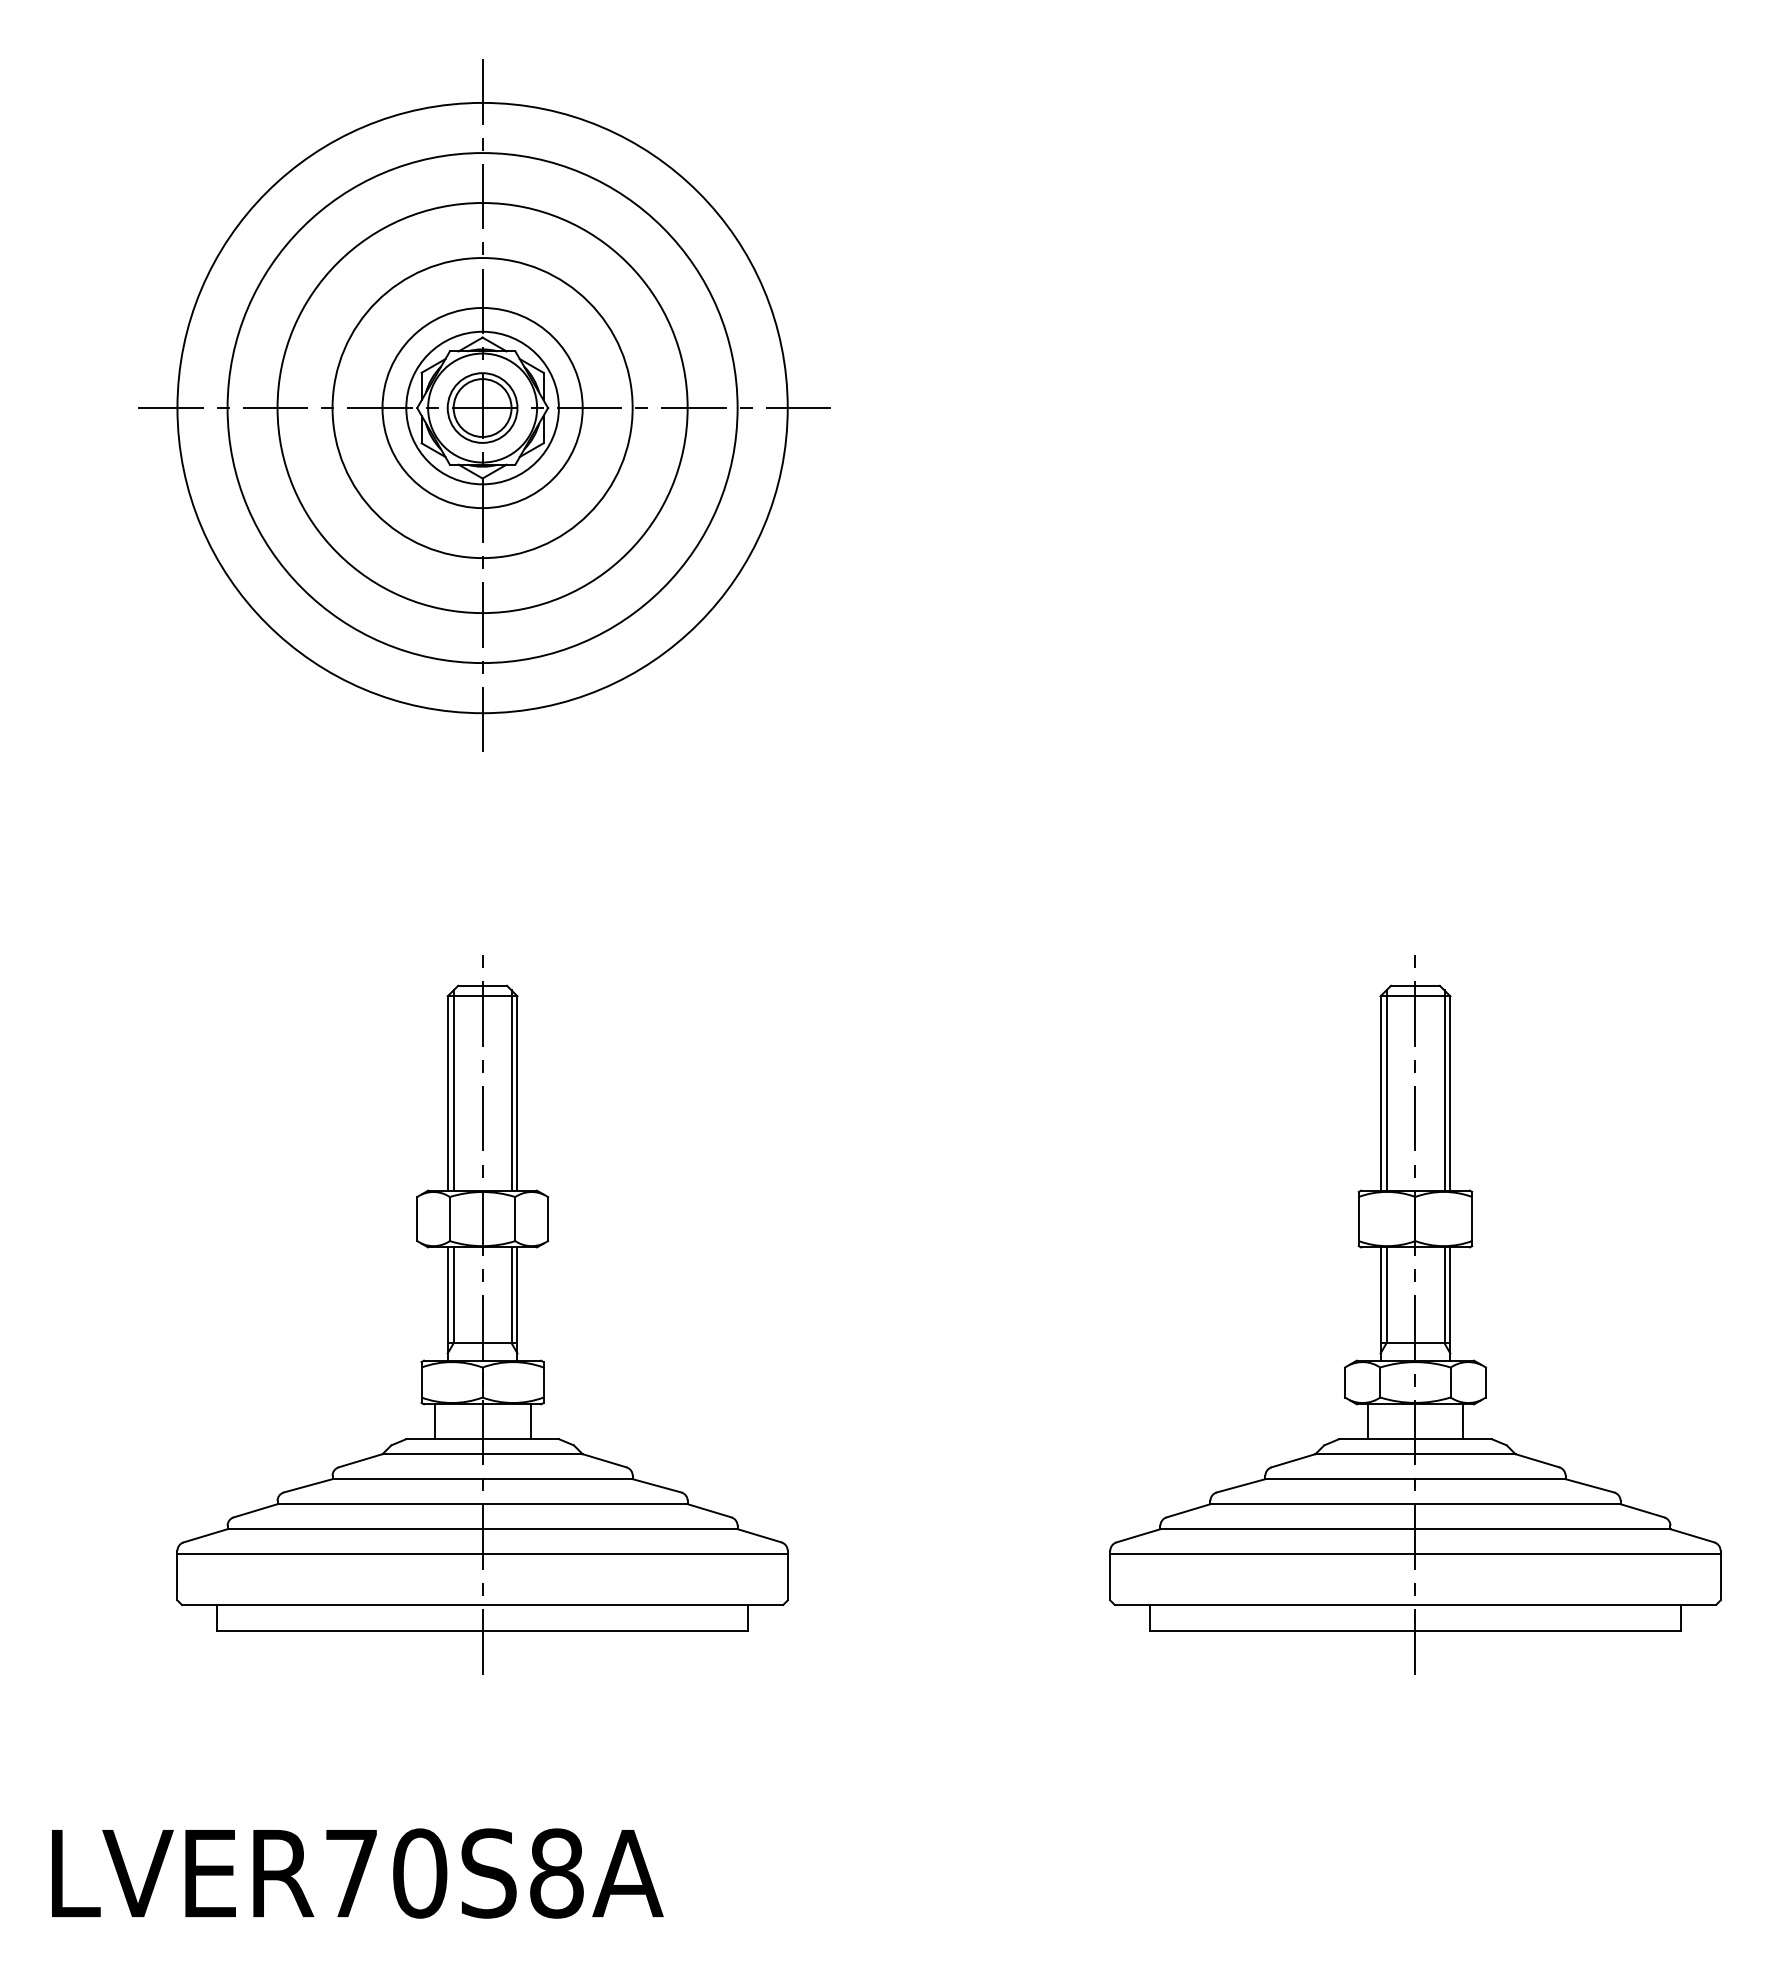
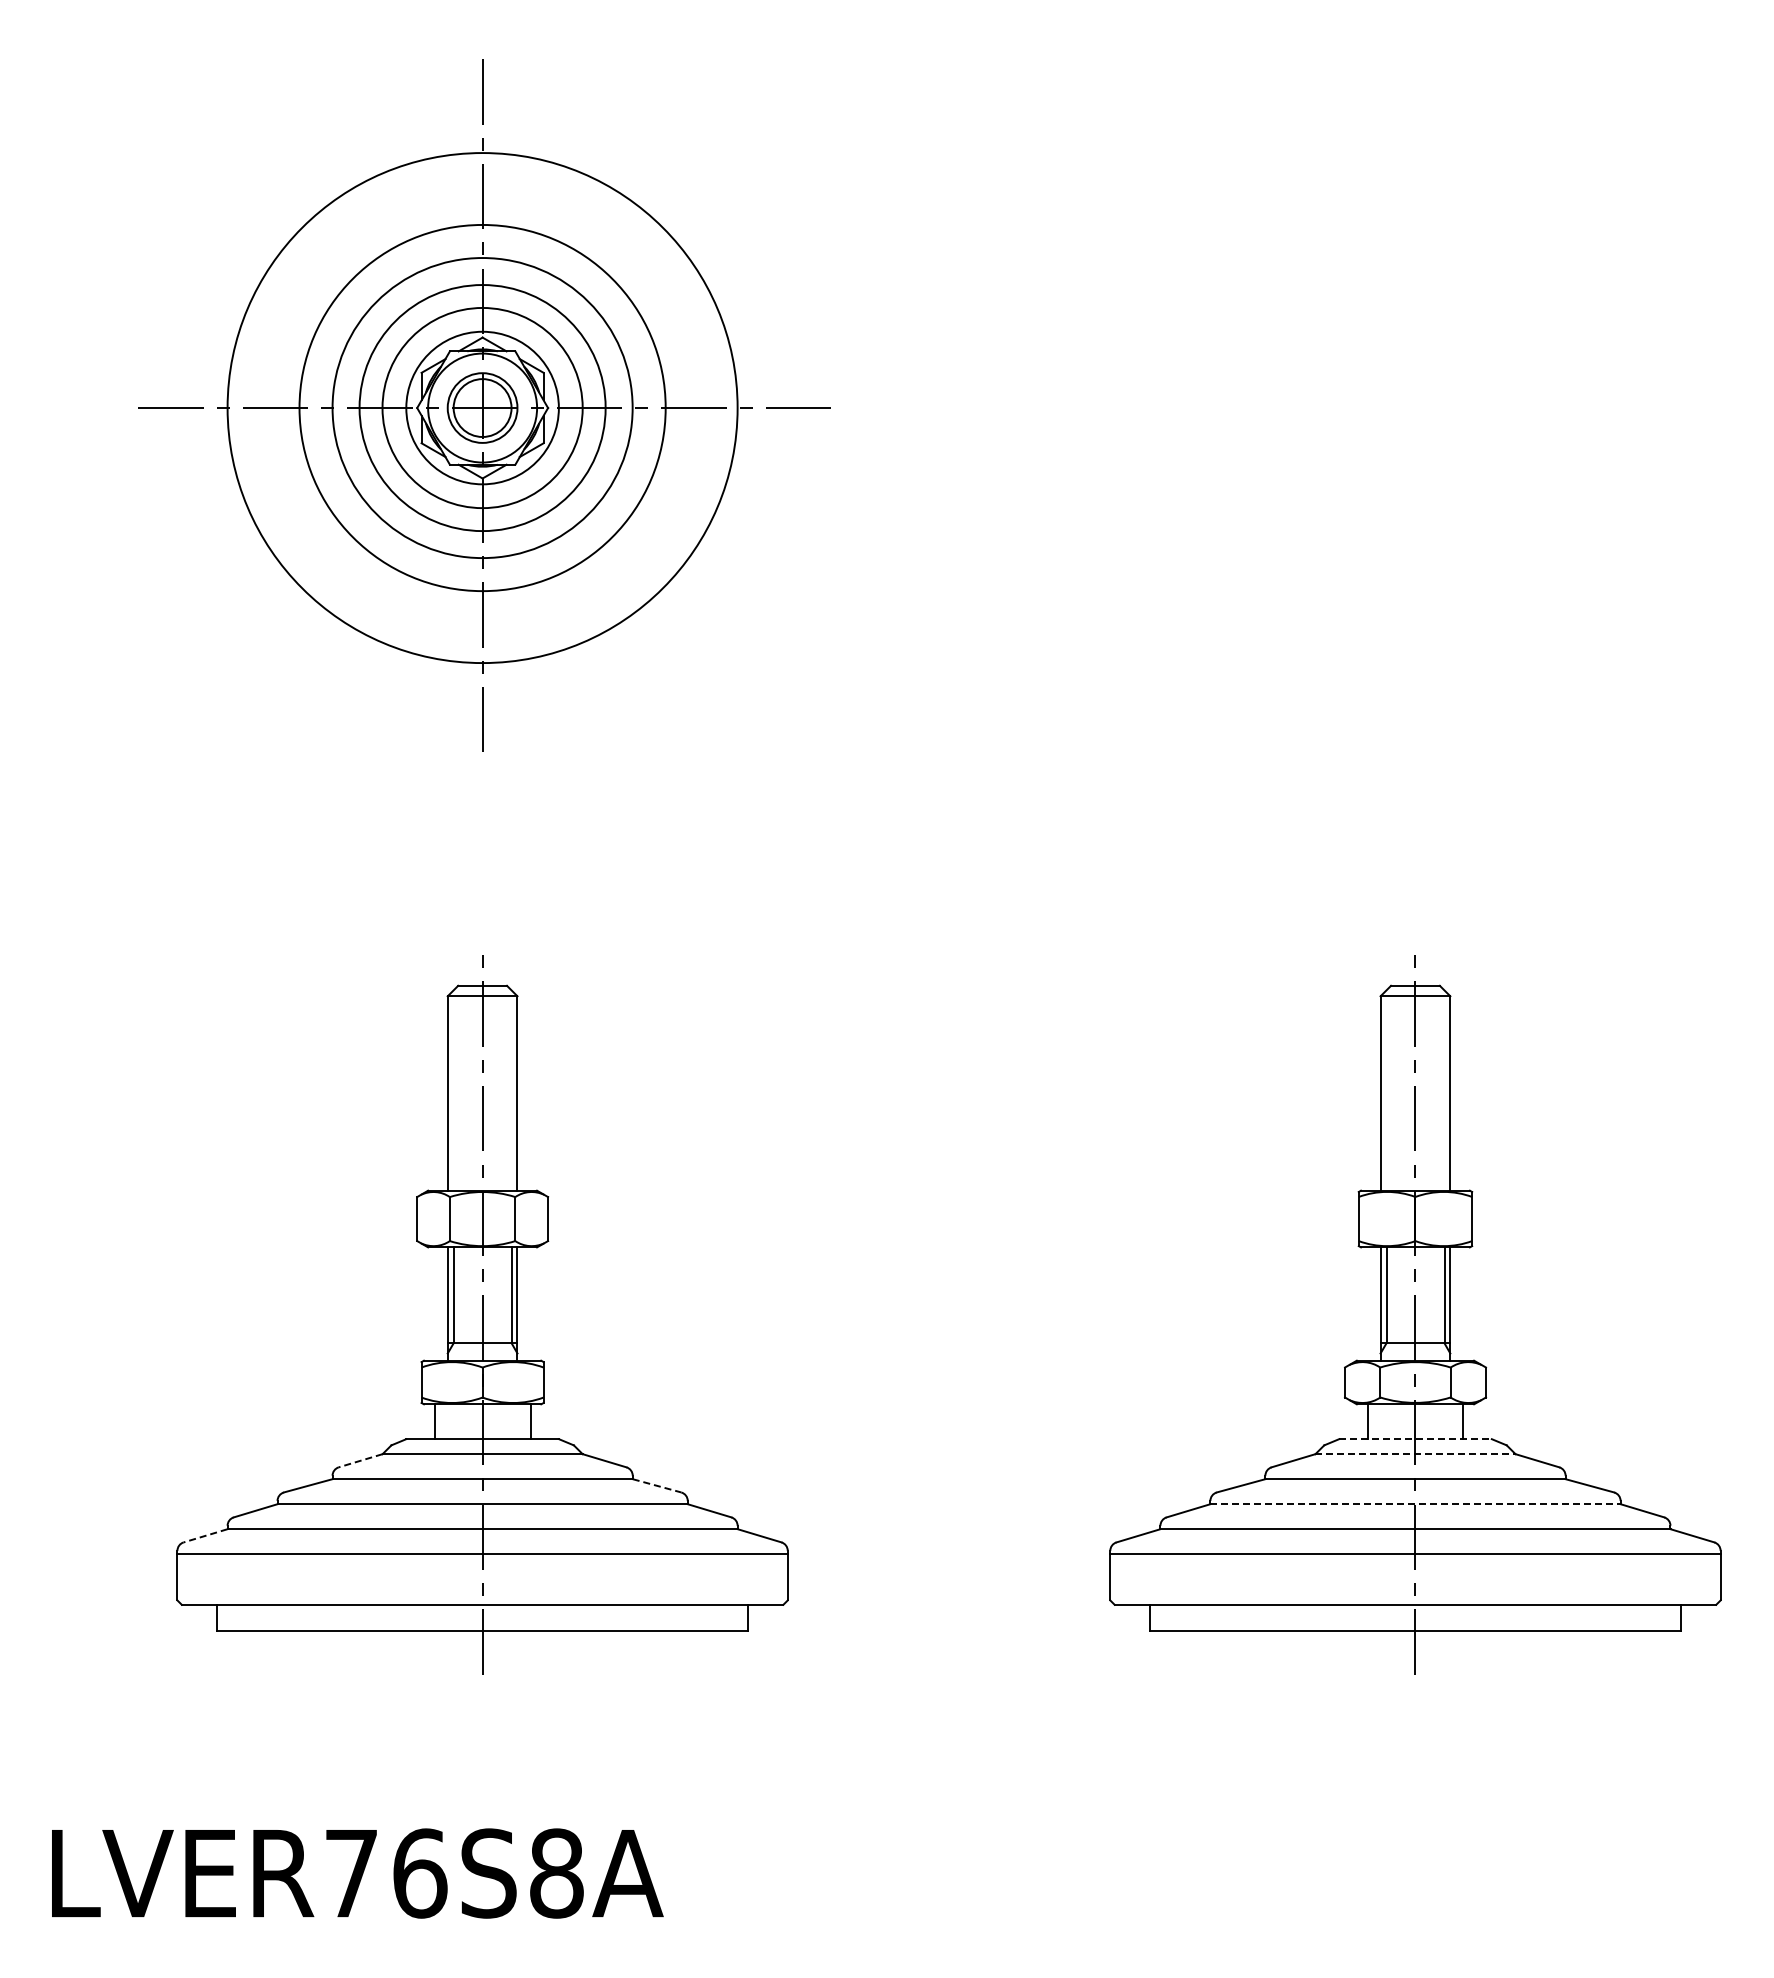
circle at (482, 407) diameter: 610 px -> 366 px
circle at (482, 408) diameter: 410 px -> 246 px
line at (453, 1090): present -> none
line at (511, 1090): present -> none
line at (1386, 1090): present -> none
line at (1444, 1090): present -> none
line at (1416, 1439): solid -> dashed
line at (1416, 1454): solid -> dashed
line at (360, 1460): solid -> dashed
line at (657, 1485): solid -> dashed
line at (1416, 1504): solid -> dashed
line at (205, 1535): solid -> dashed
text at (420, 1873): LVER70S8A -> LVER76S8A
